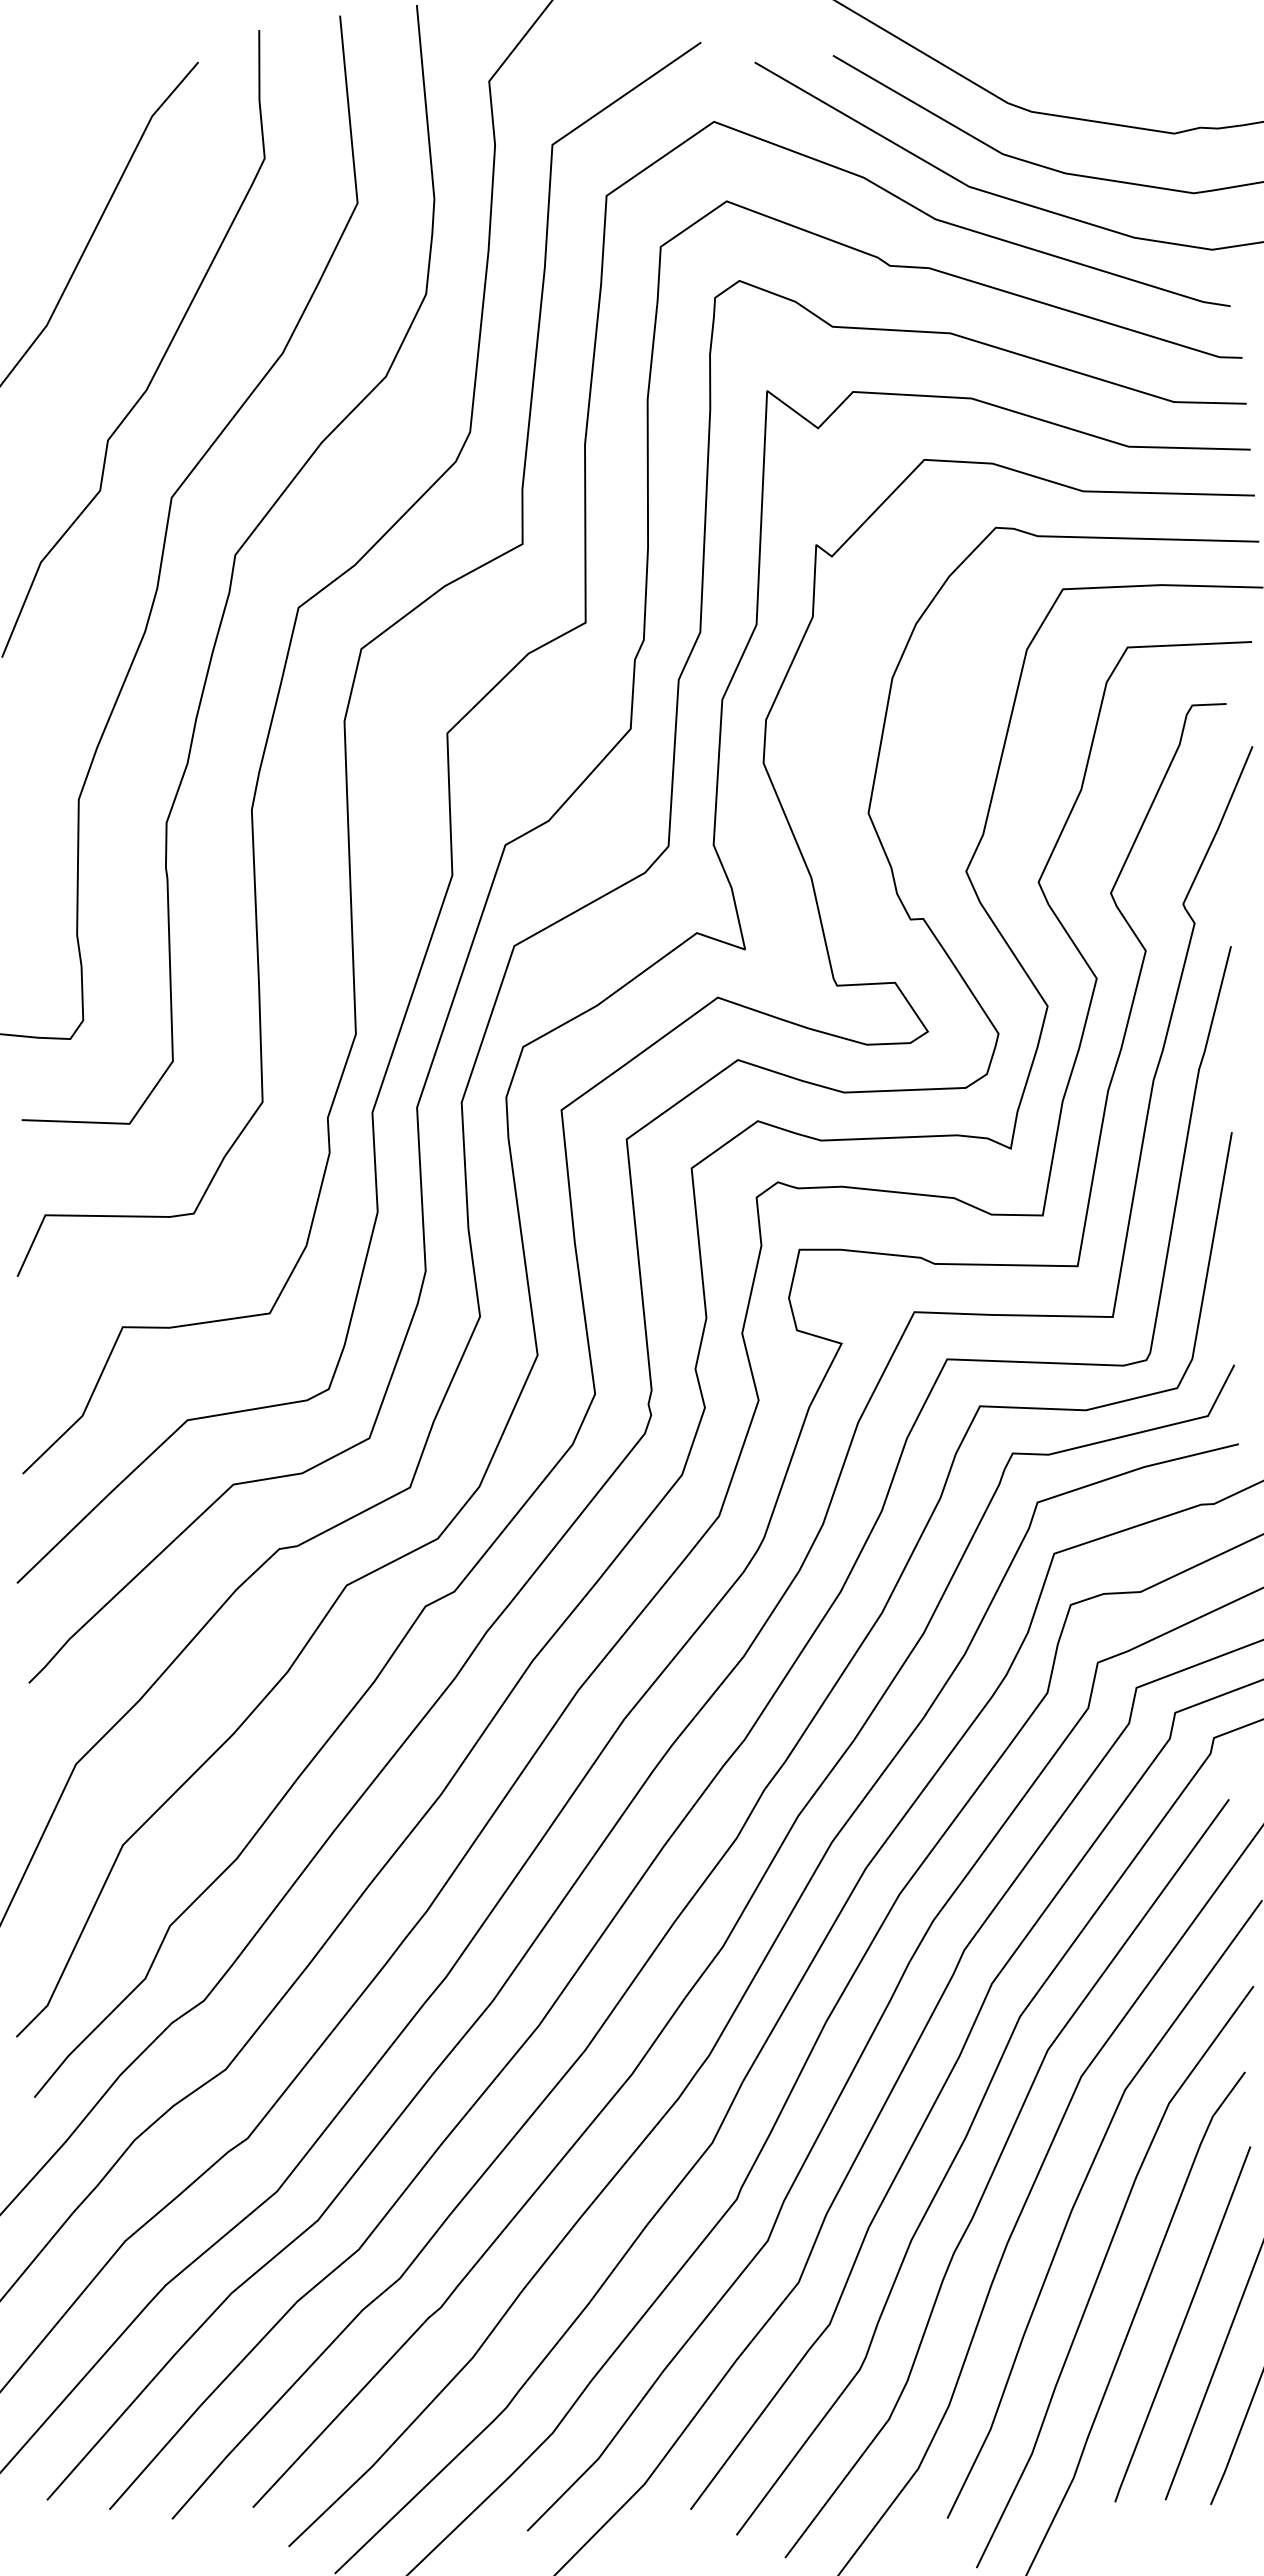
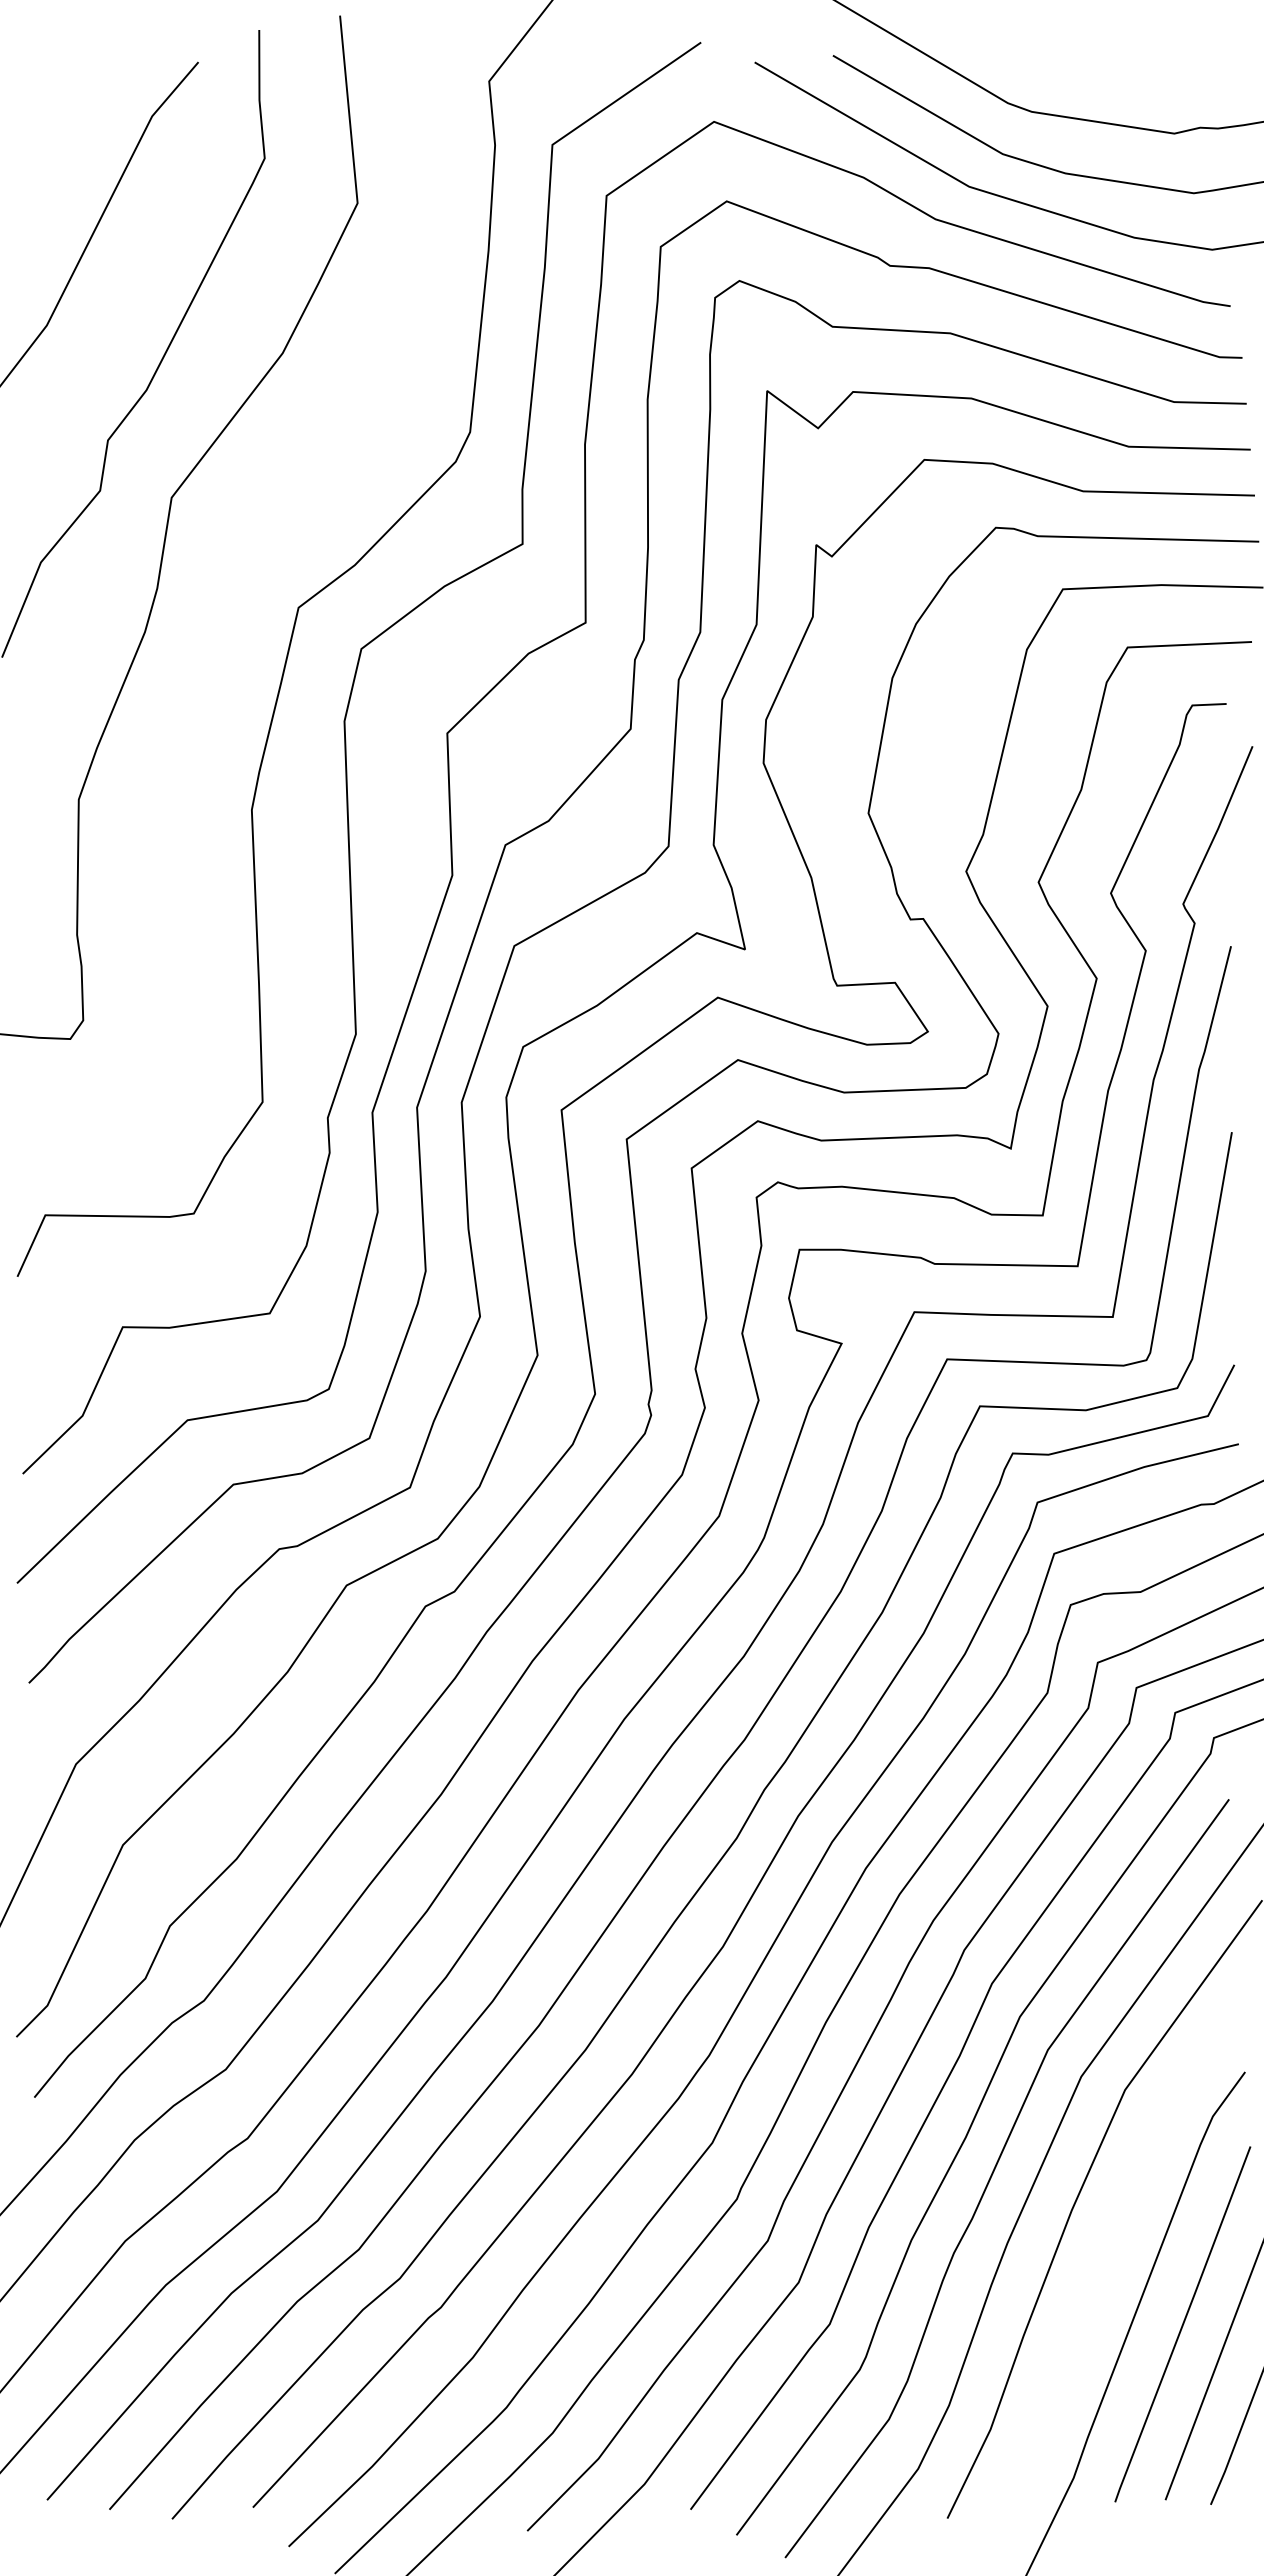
curve at (232, 565): present -> none
curve at (1100, 2273): present -> none
